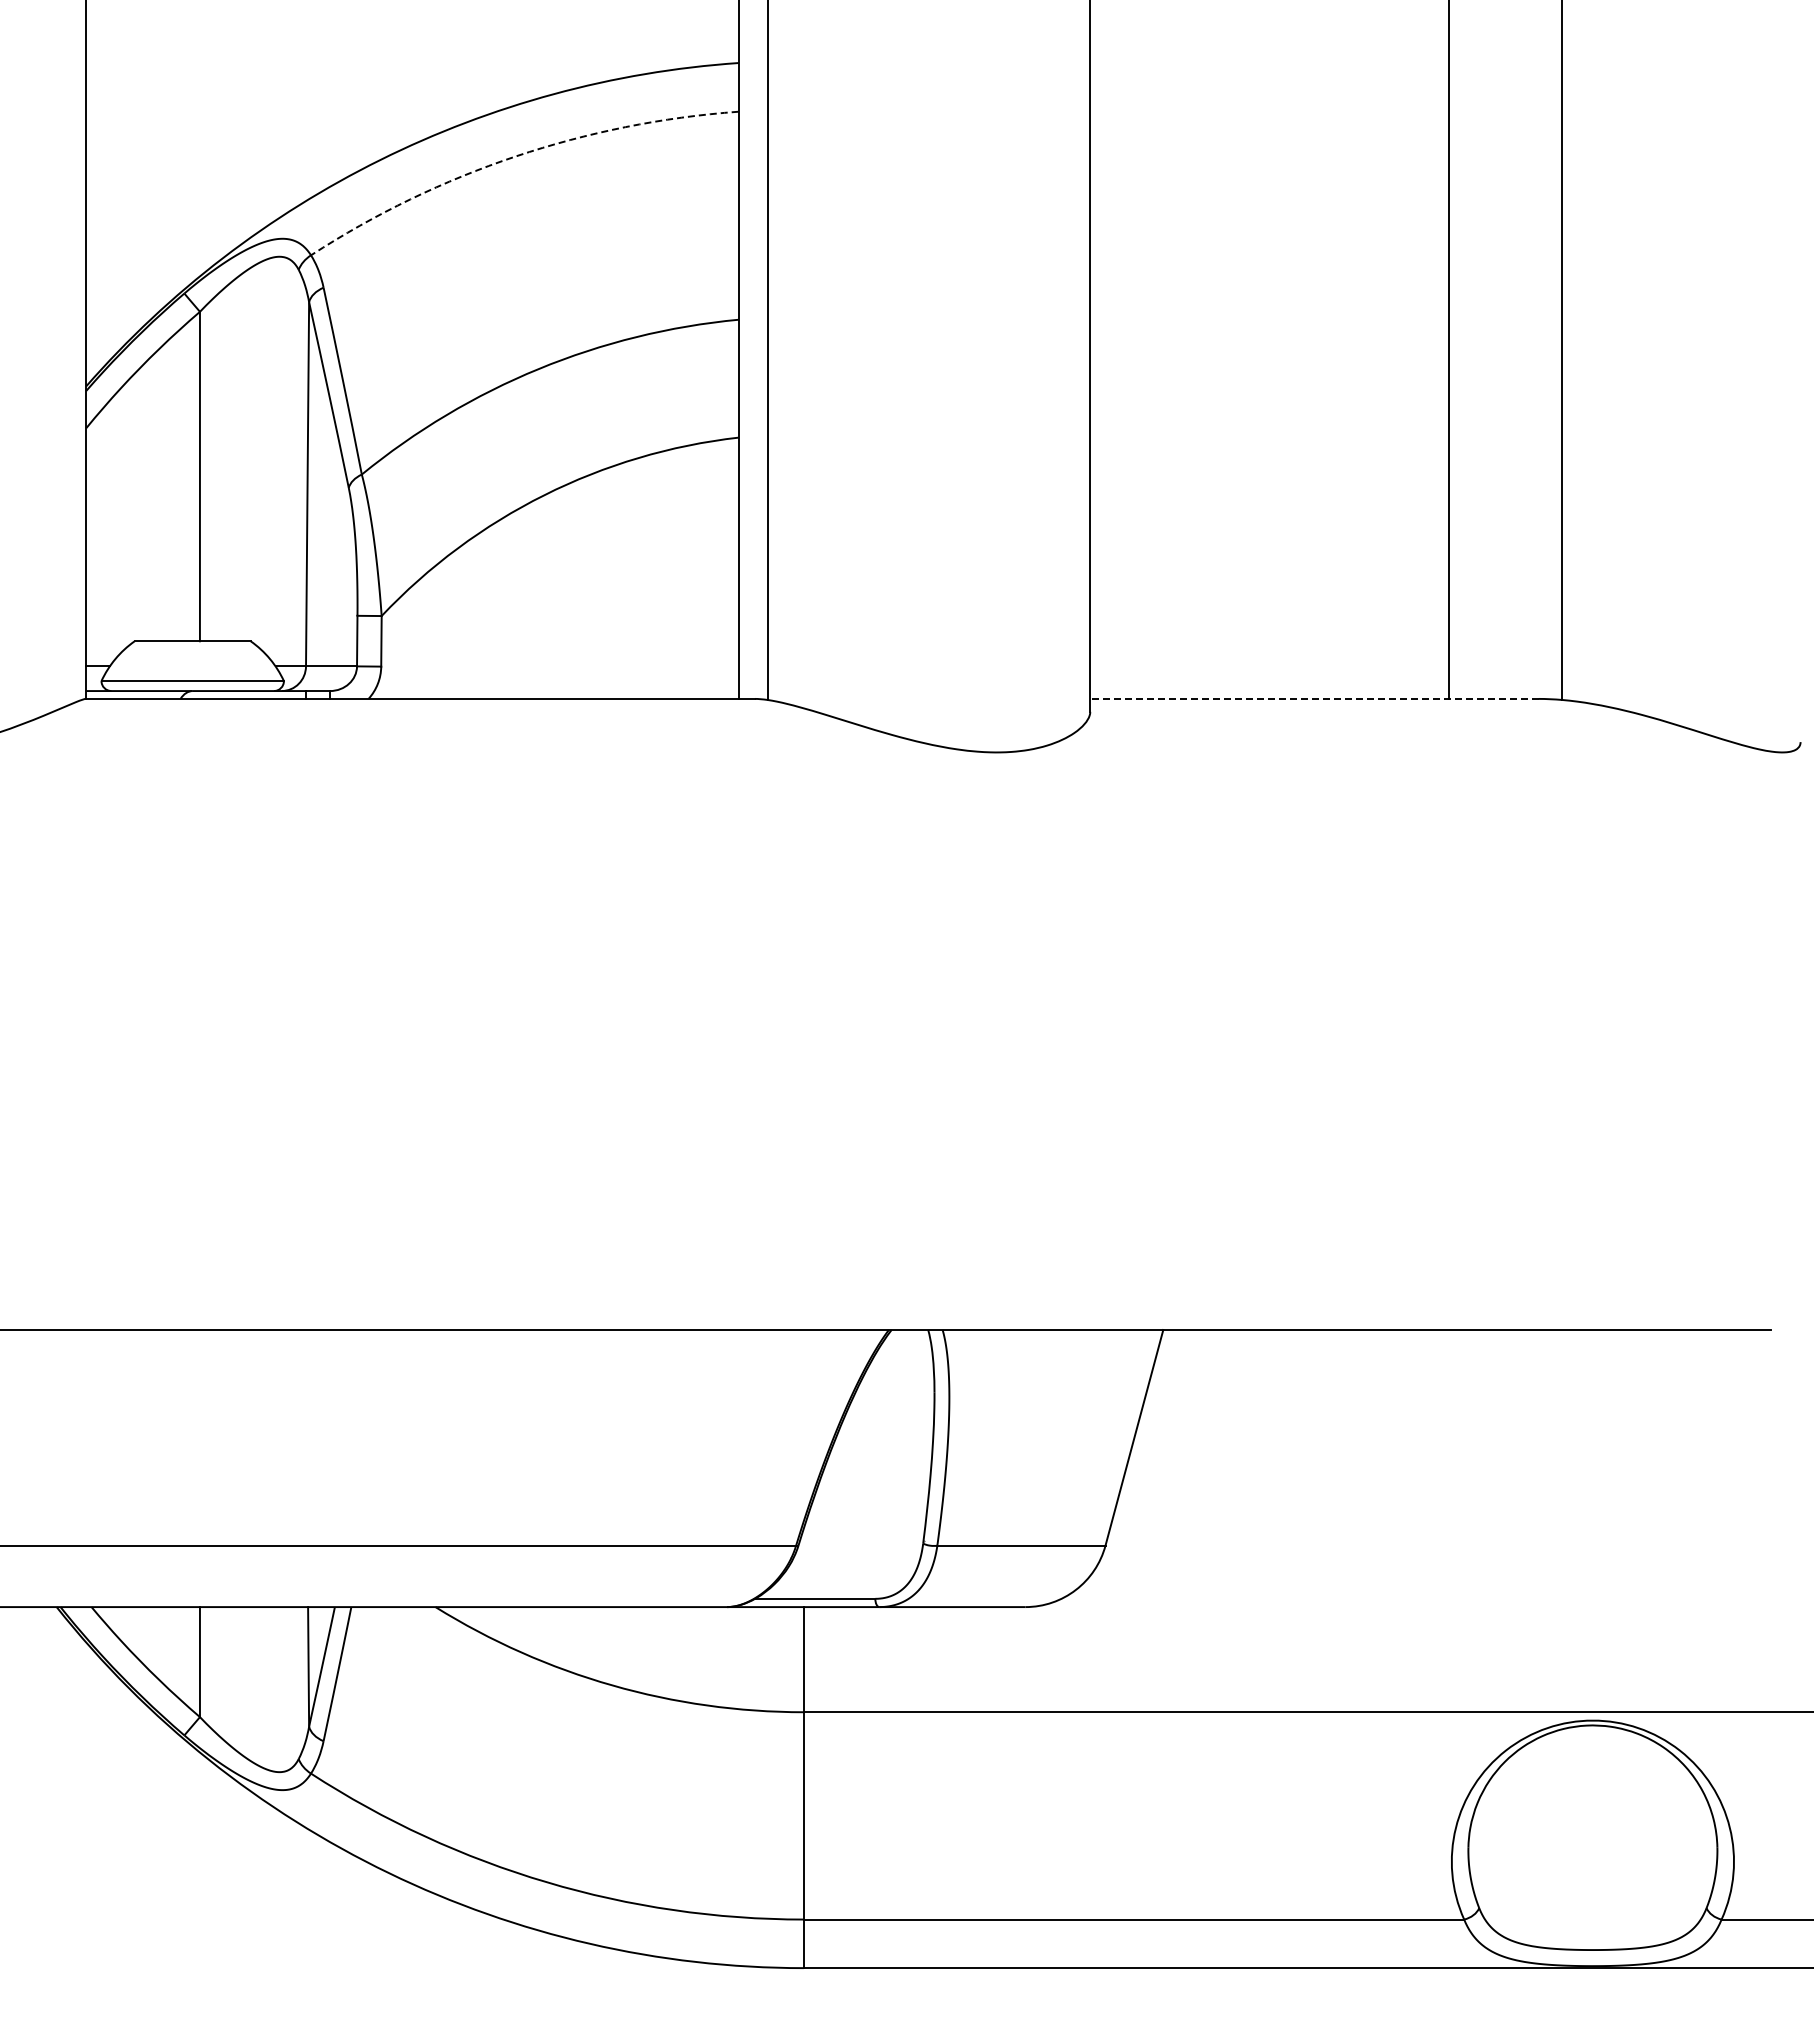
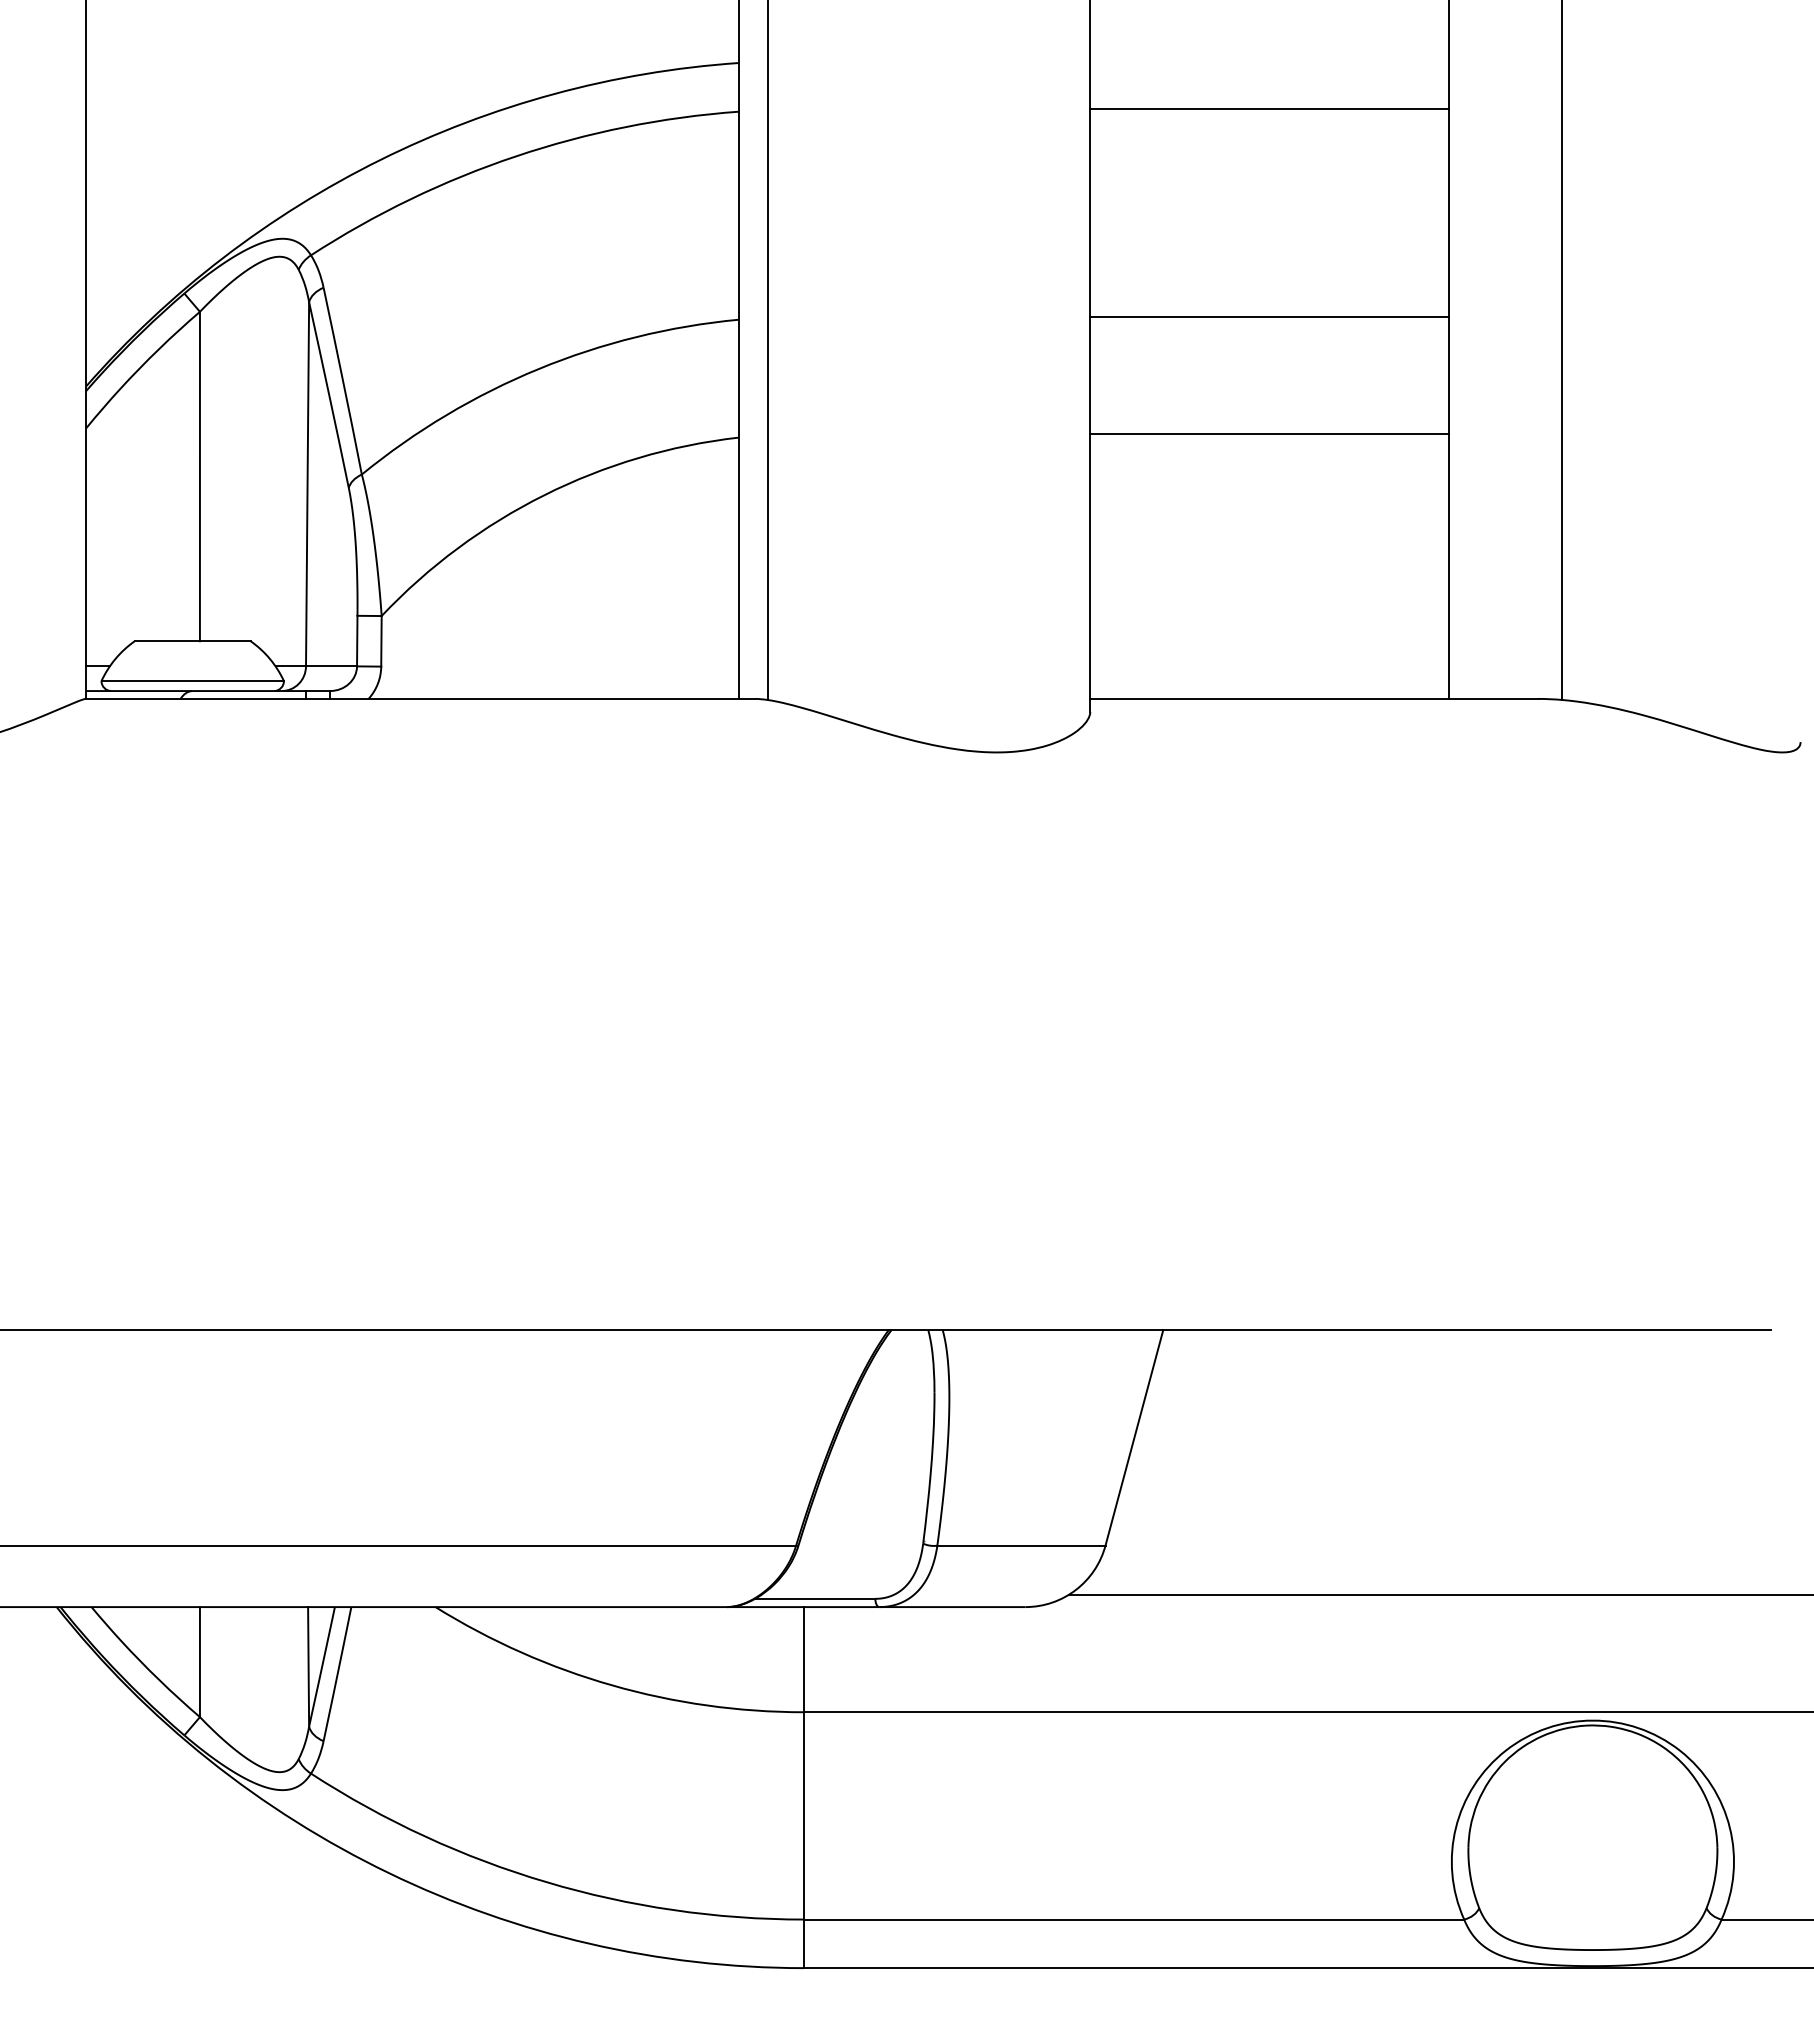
line at (1269, 109): none -> present
arc at (515, 156): dashed -> solid
line at (1269, 316): none -> present
line at (1269, 433): none -> present
line at (1314, 698): dashed -> solid
line at (1439, 1594): none -> present
